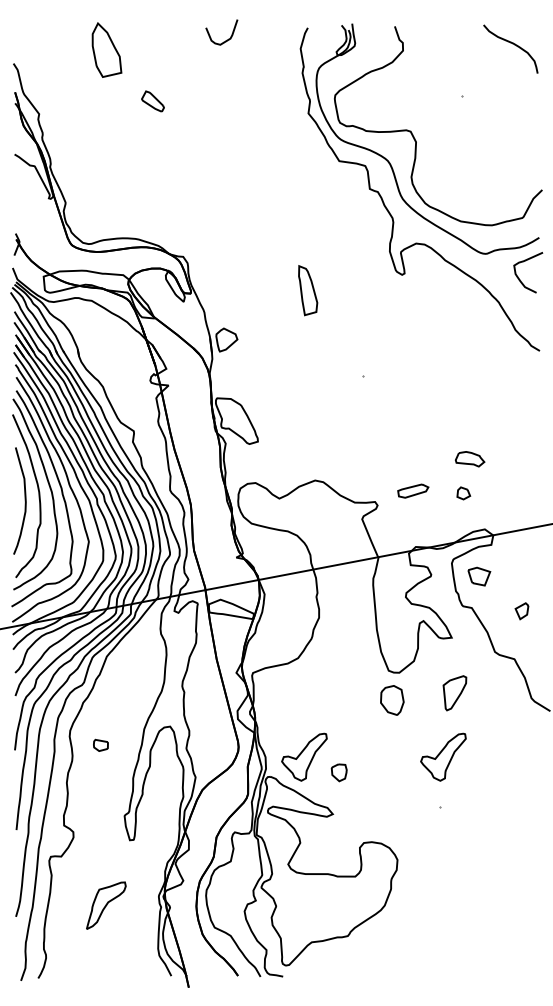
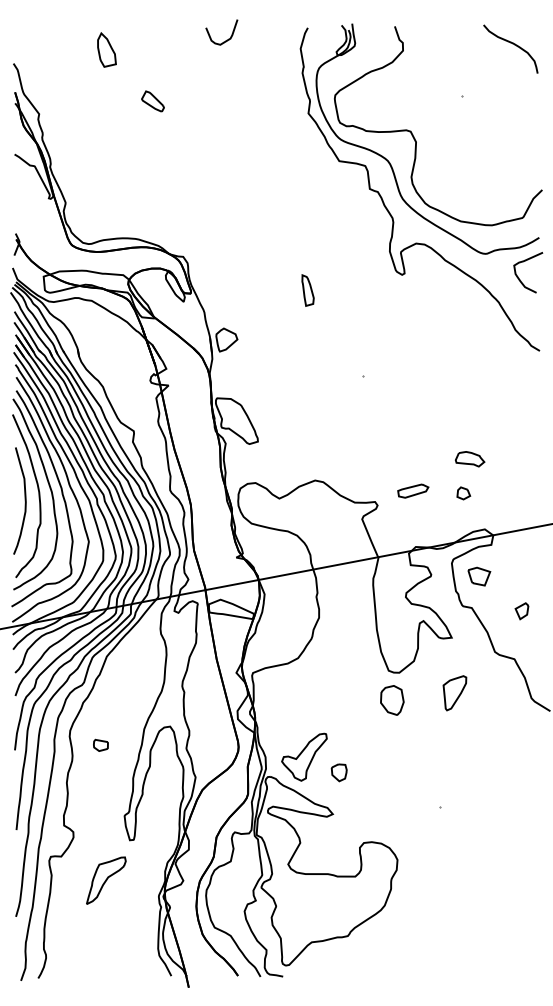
part at (106, 49) size: 32x56 px -> 20x36 px
part at (308, 290) size: 21x52 px -> 14x33 px
part at (443, 756): present -> none
part at (106, 905) position: (106, 905) -> (106, 880)
